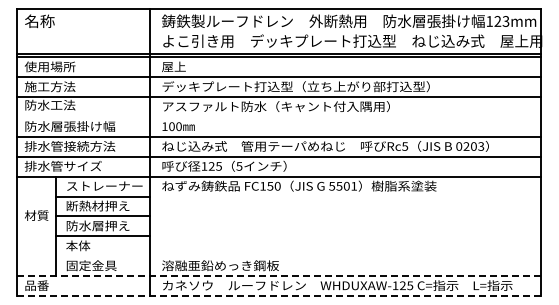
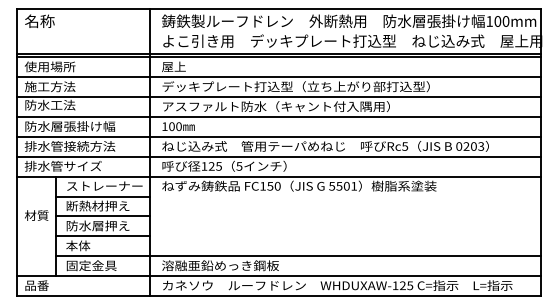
text at (501, 21): 123mm -> 100mm
line at (278, 116): none -> present
line at (298, 256): none -> present
line at (279, 276): dashed -> solid
line at (279, 295): dashed -> solid
